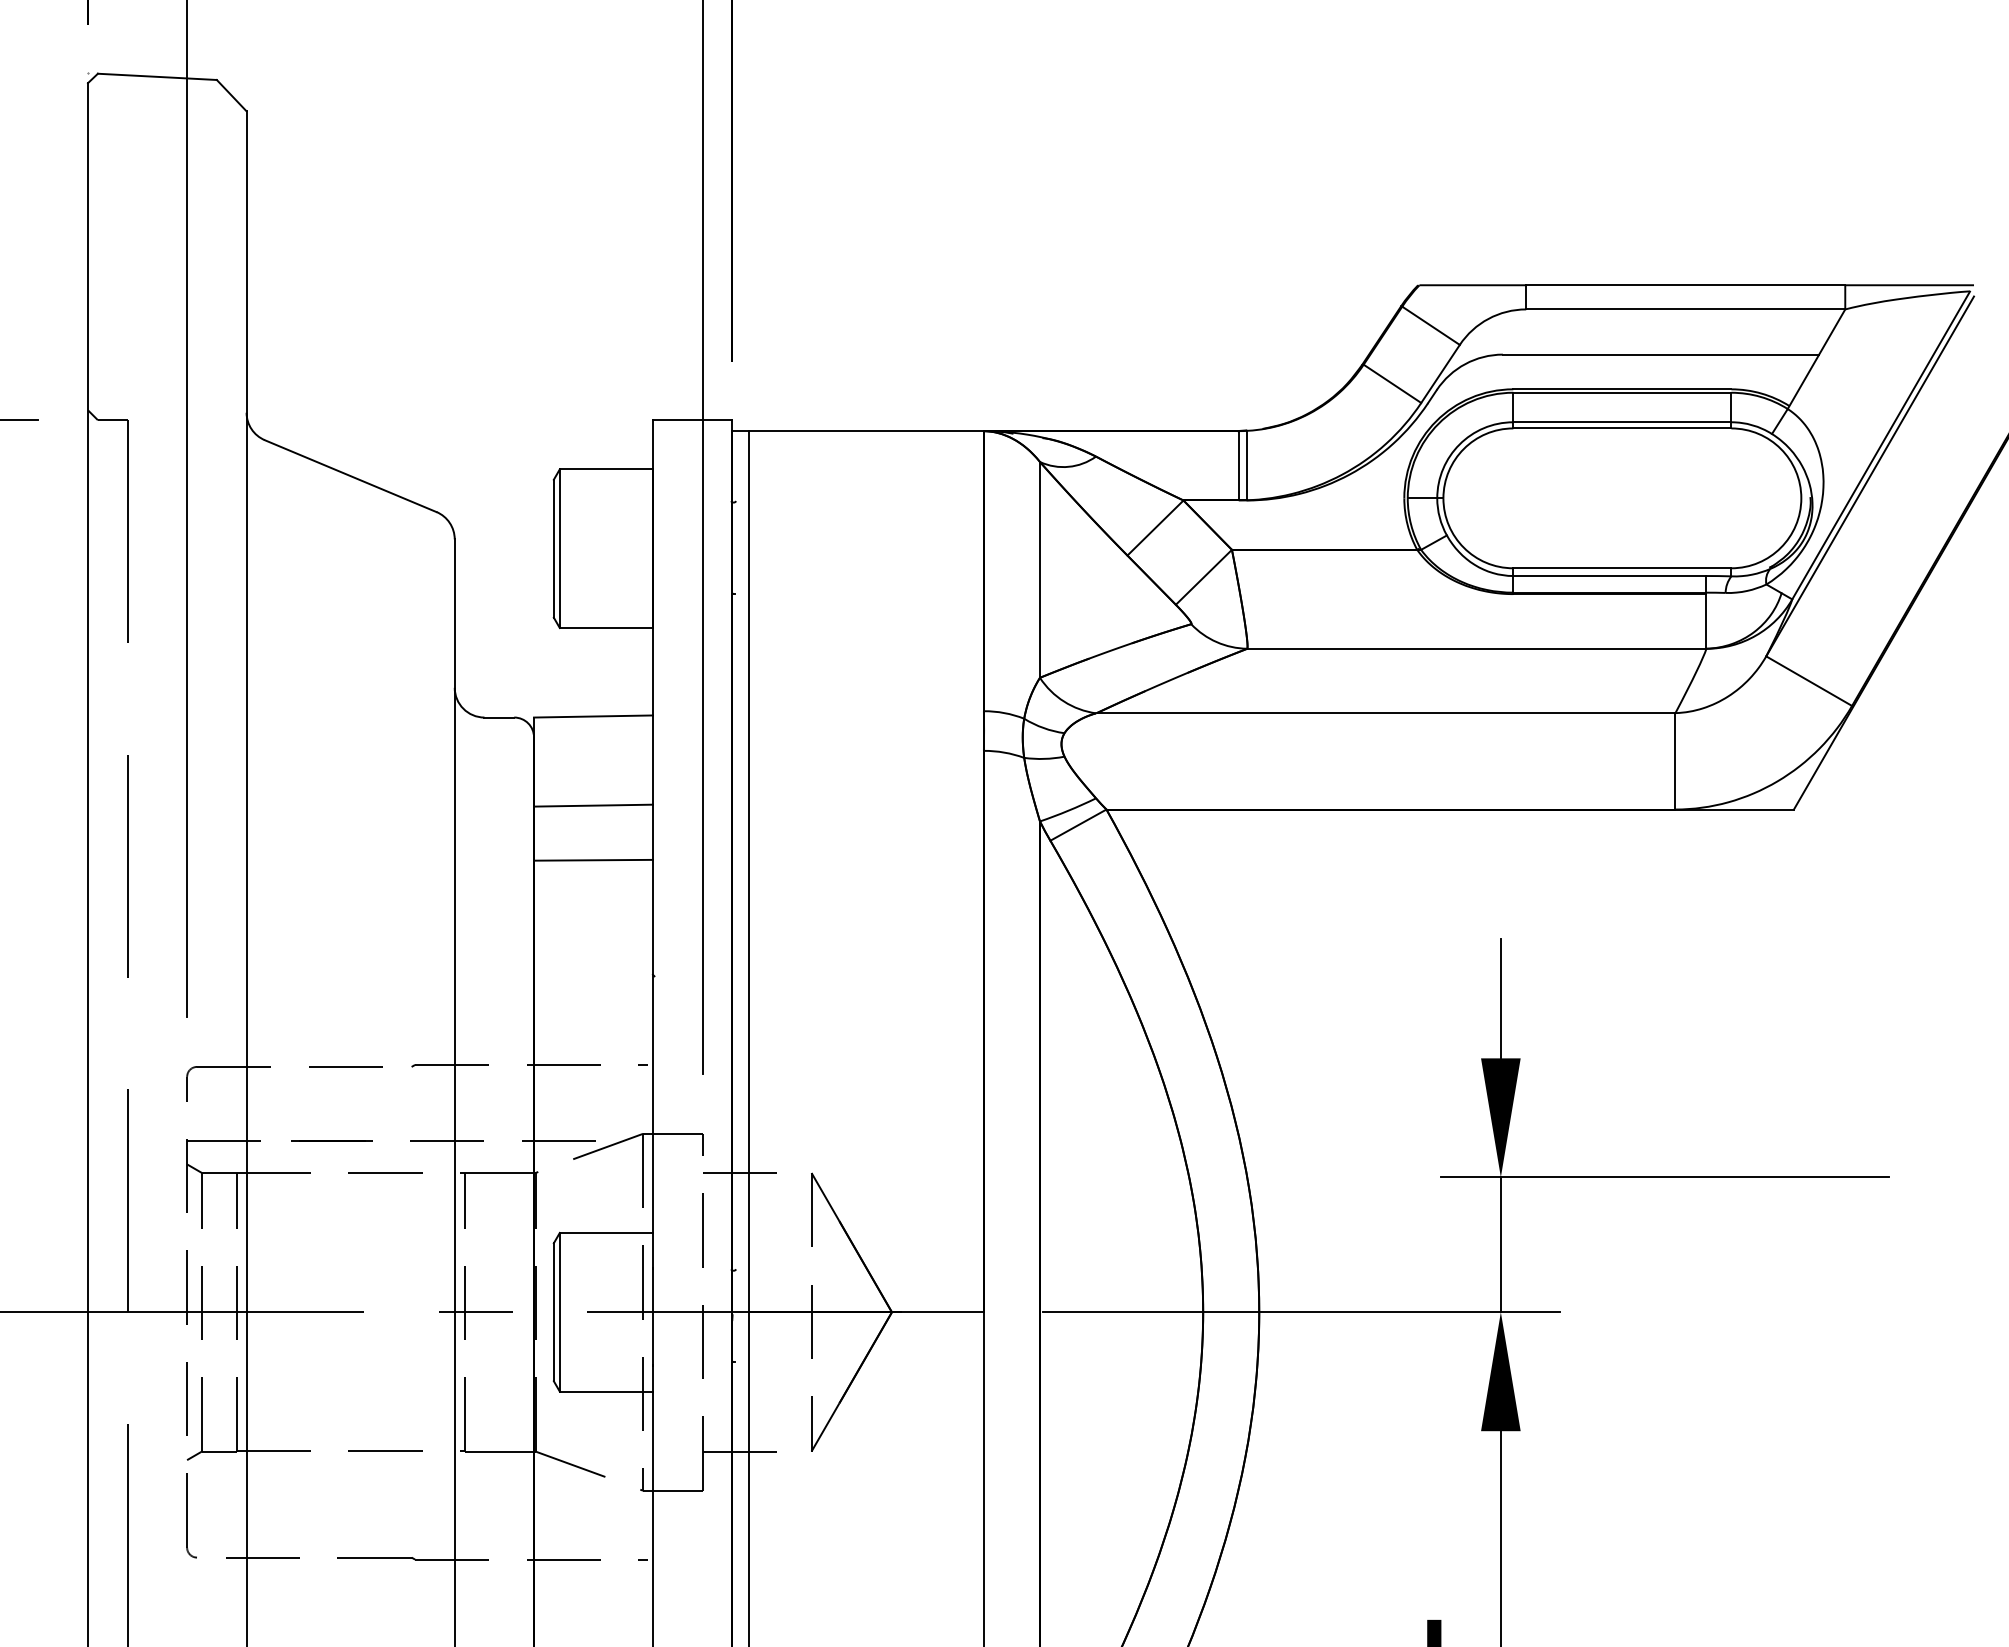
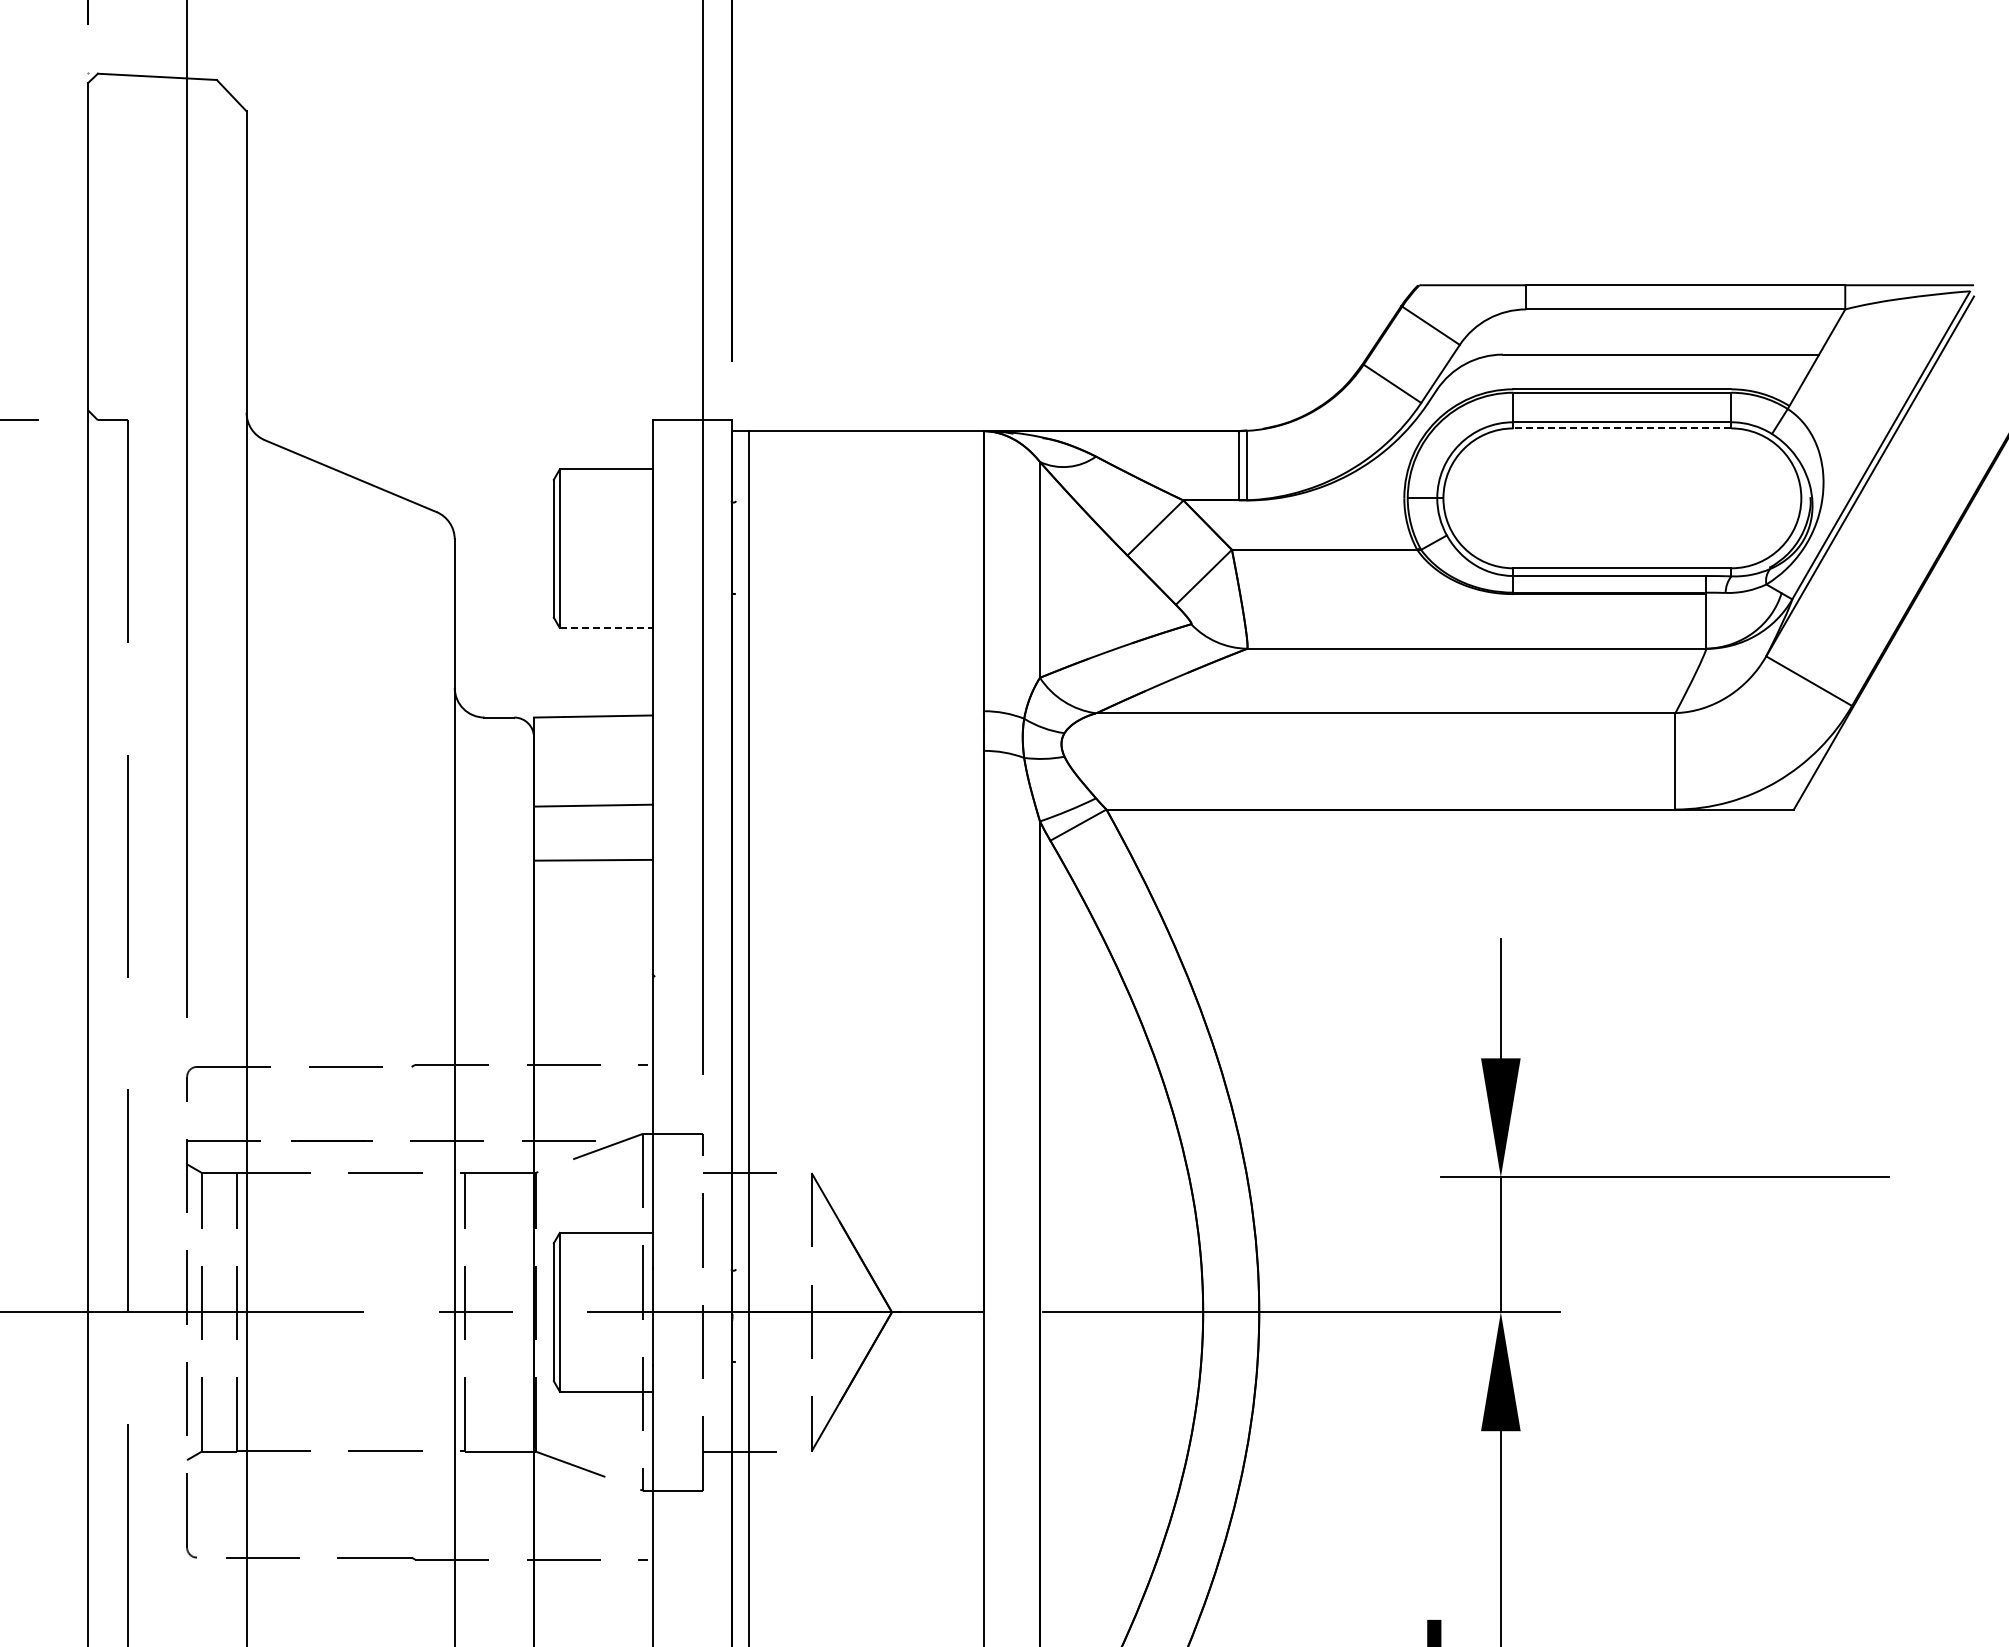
line at (1621, 428): solid -> dashed
line at (606, 628): solid -> dashed
